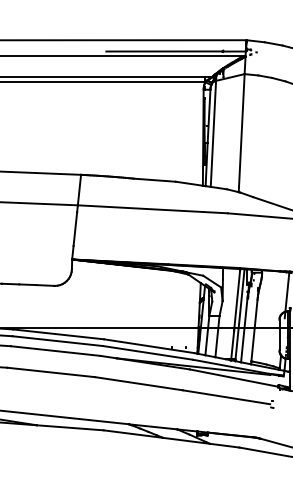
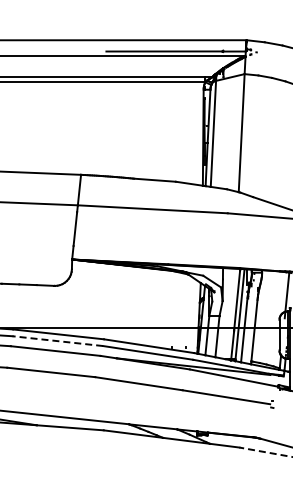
line at (57, 341): solid -> dashed
line at (265, 452): solid -> dashed
